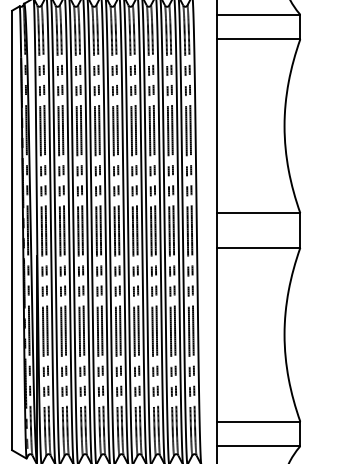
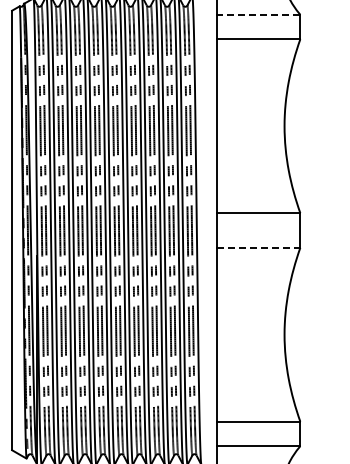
line at (258, 14): solid -> dashed
line at (259, 247): solid -> dashed
